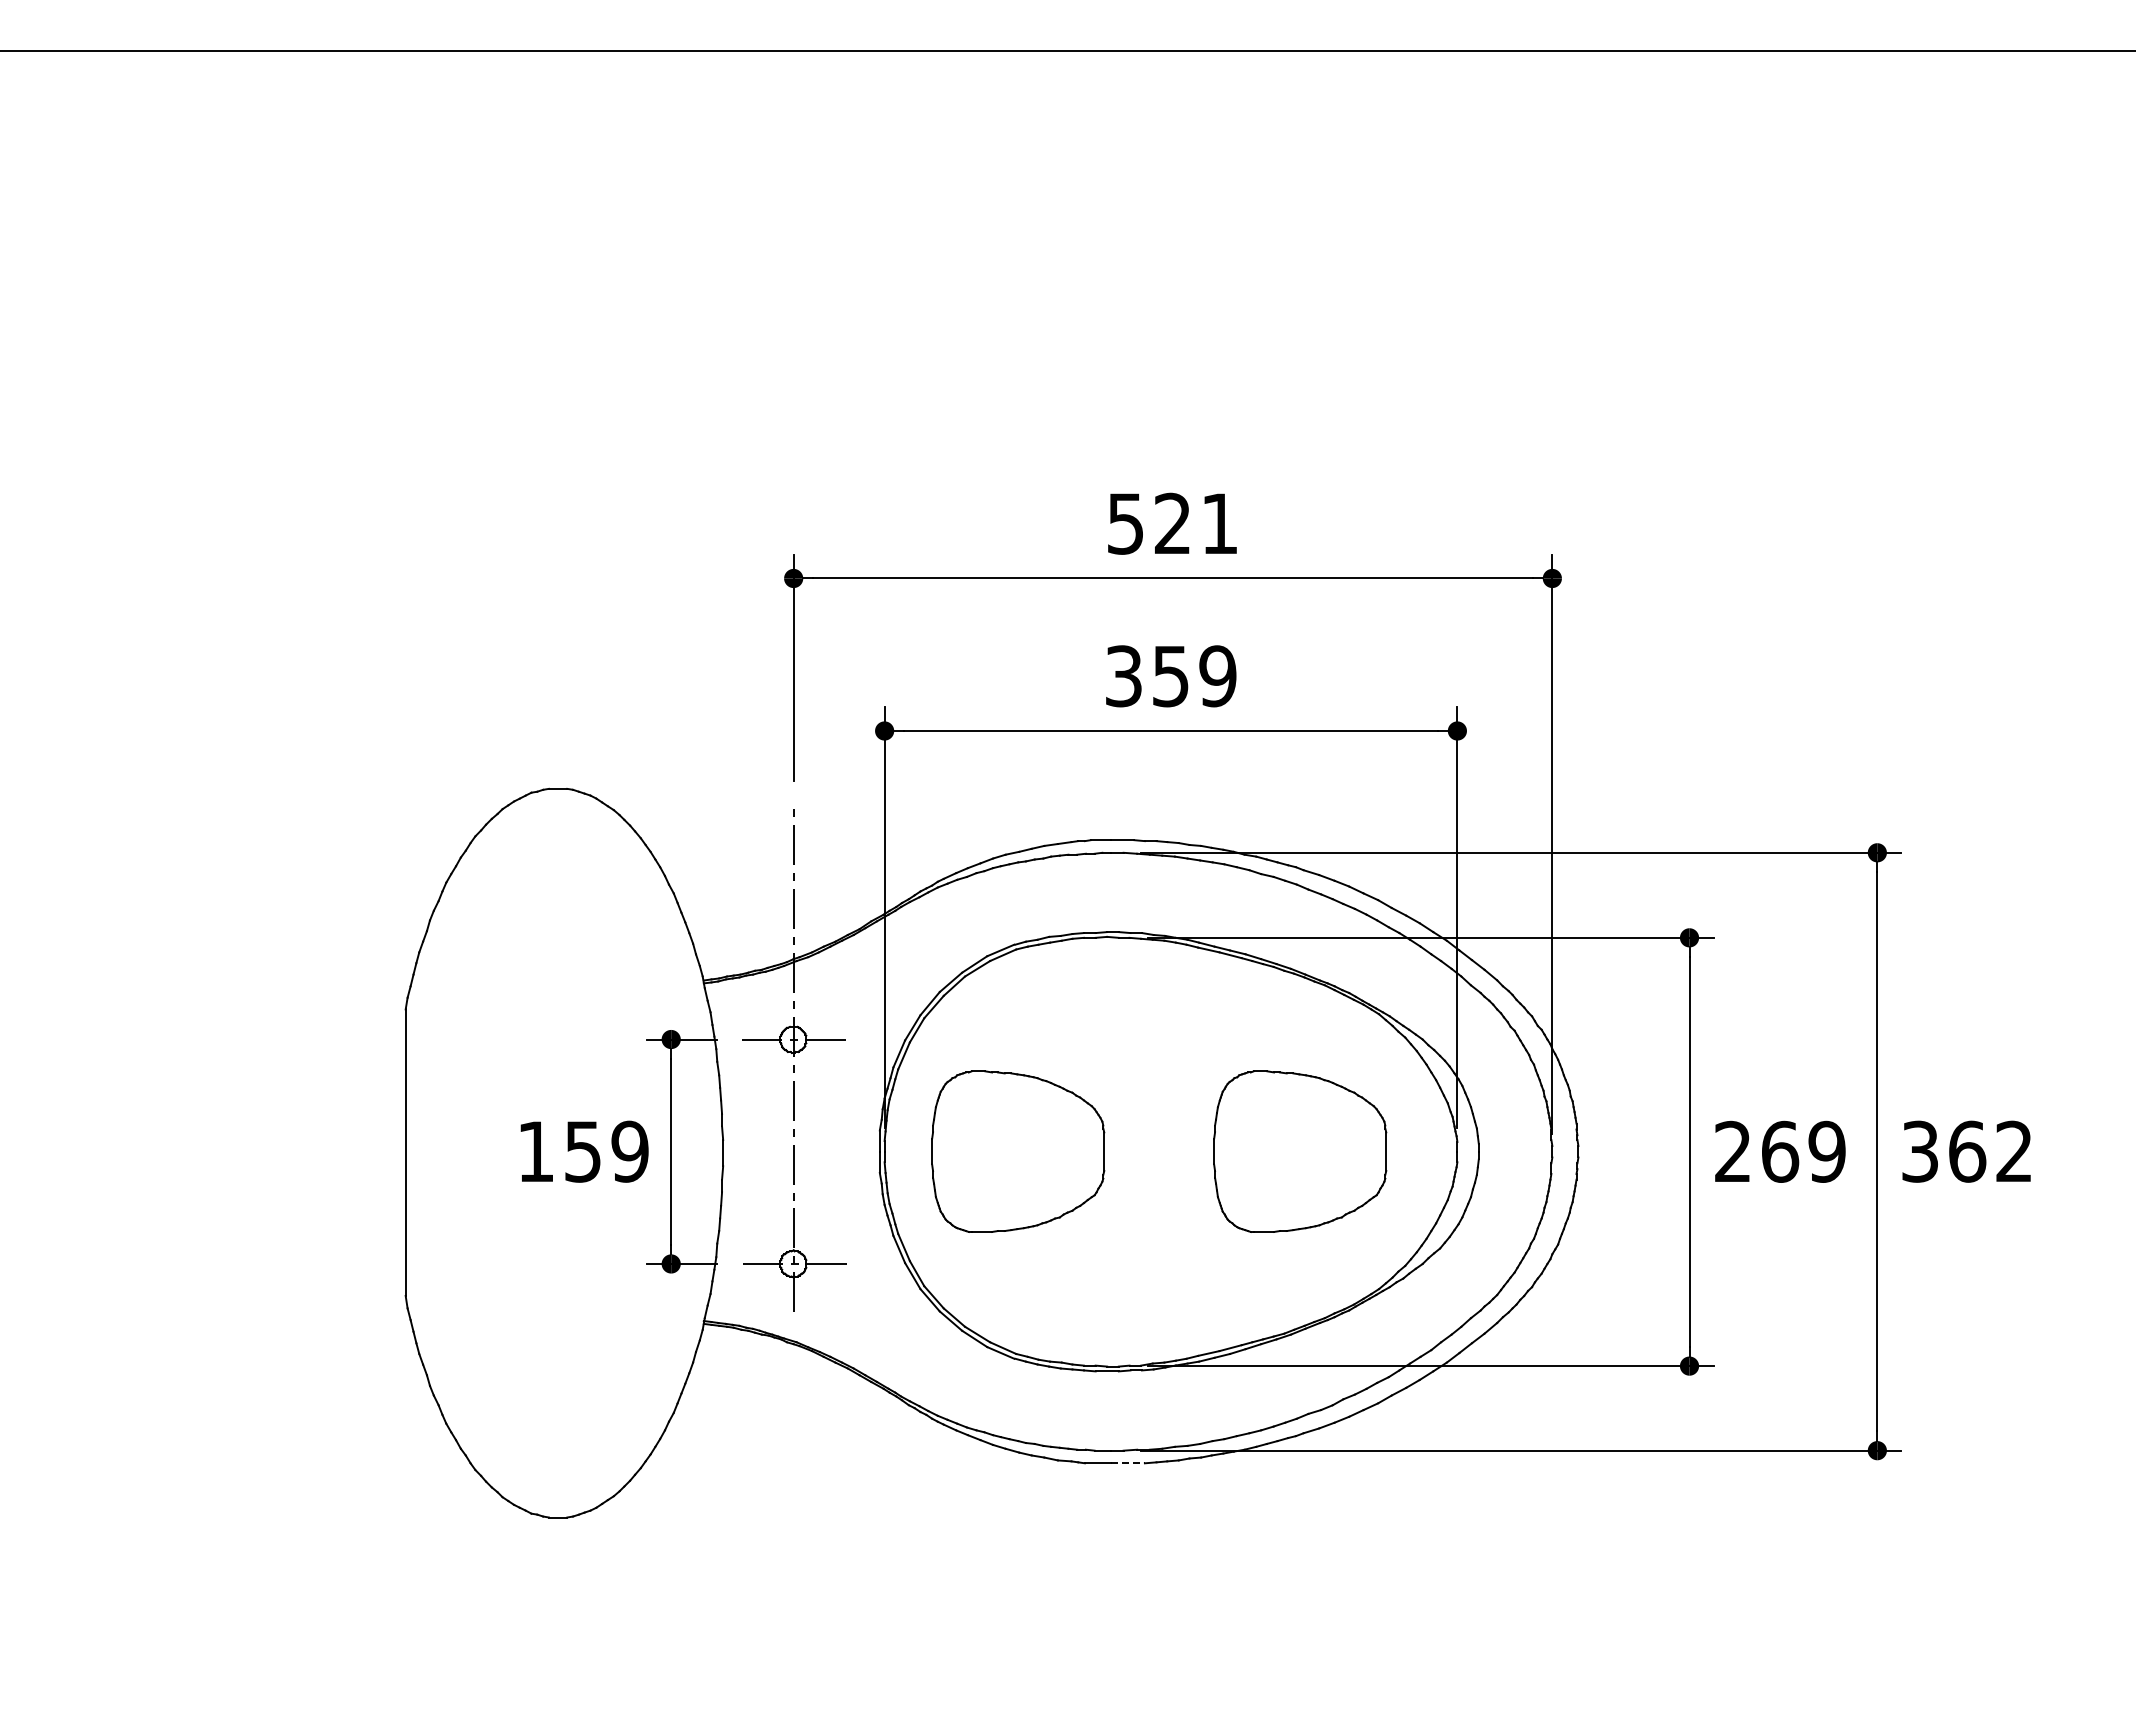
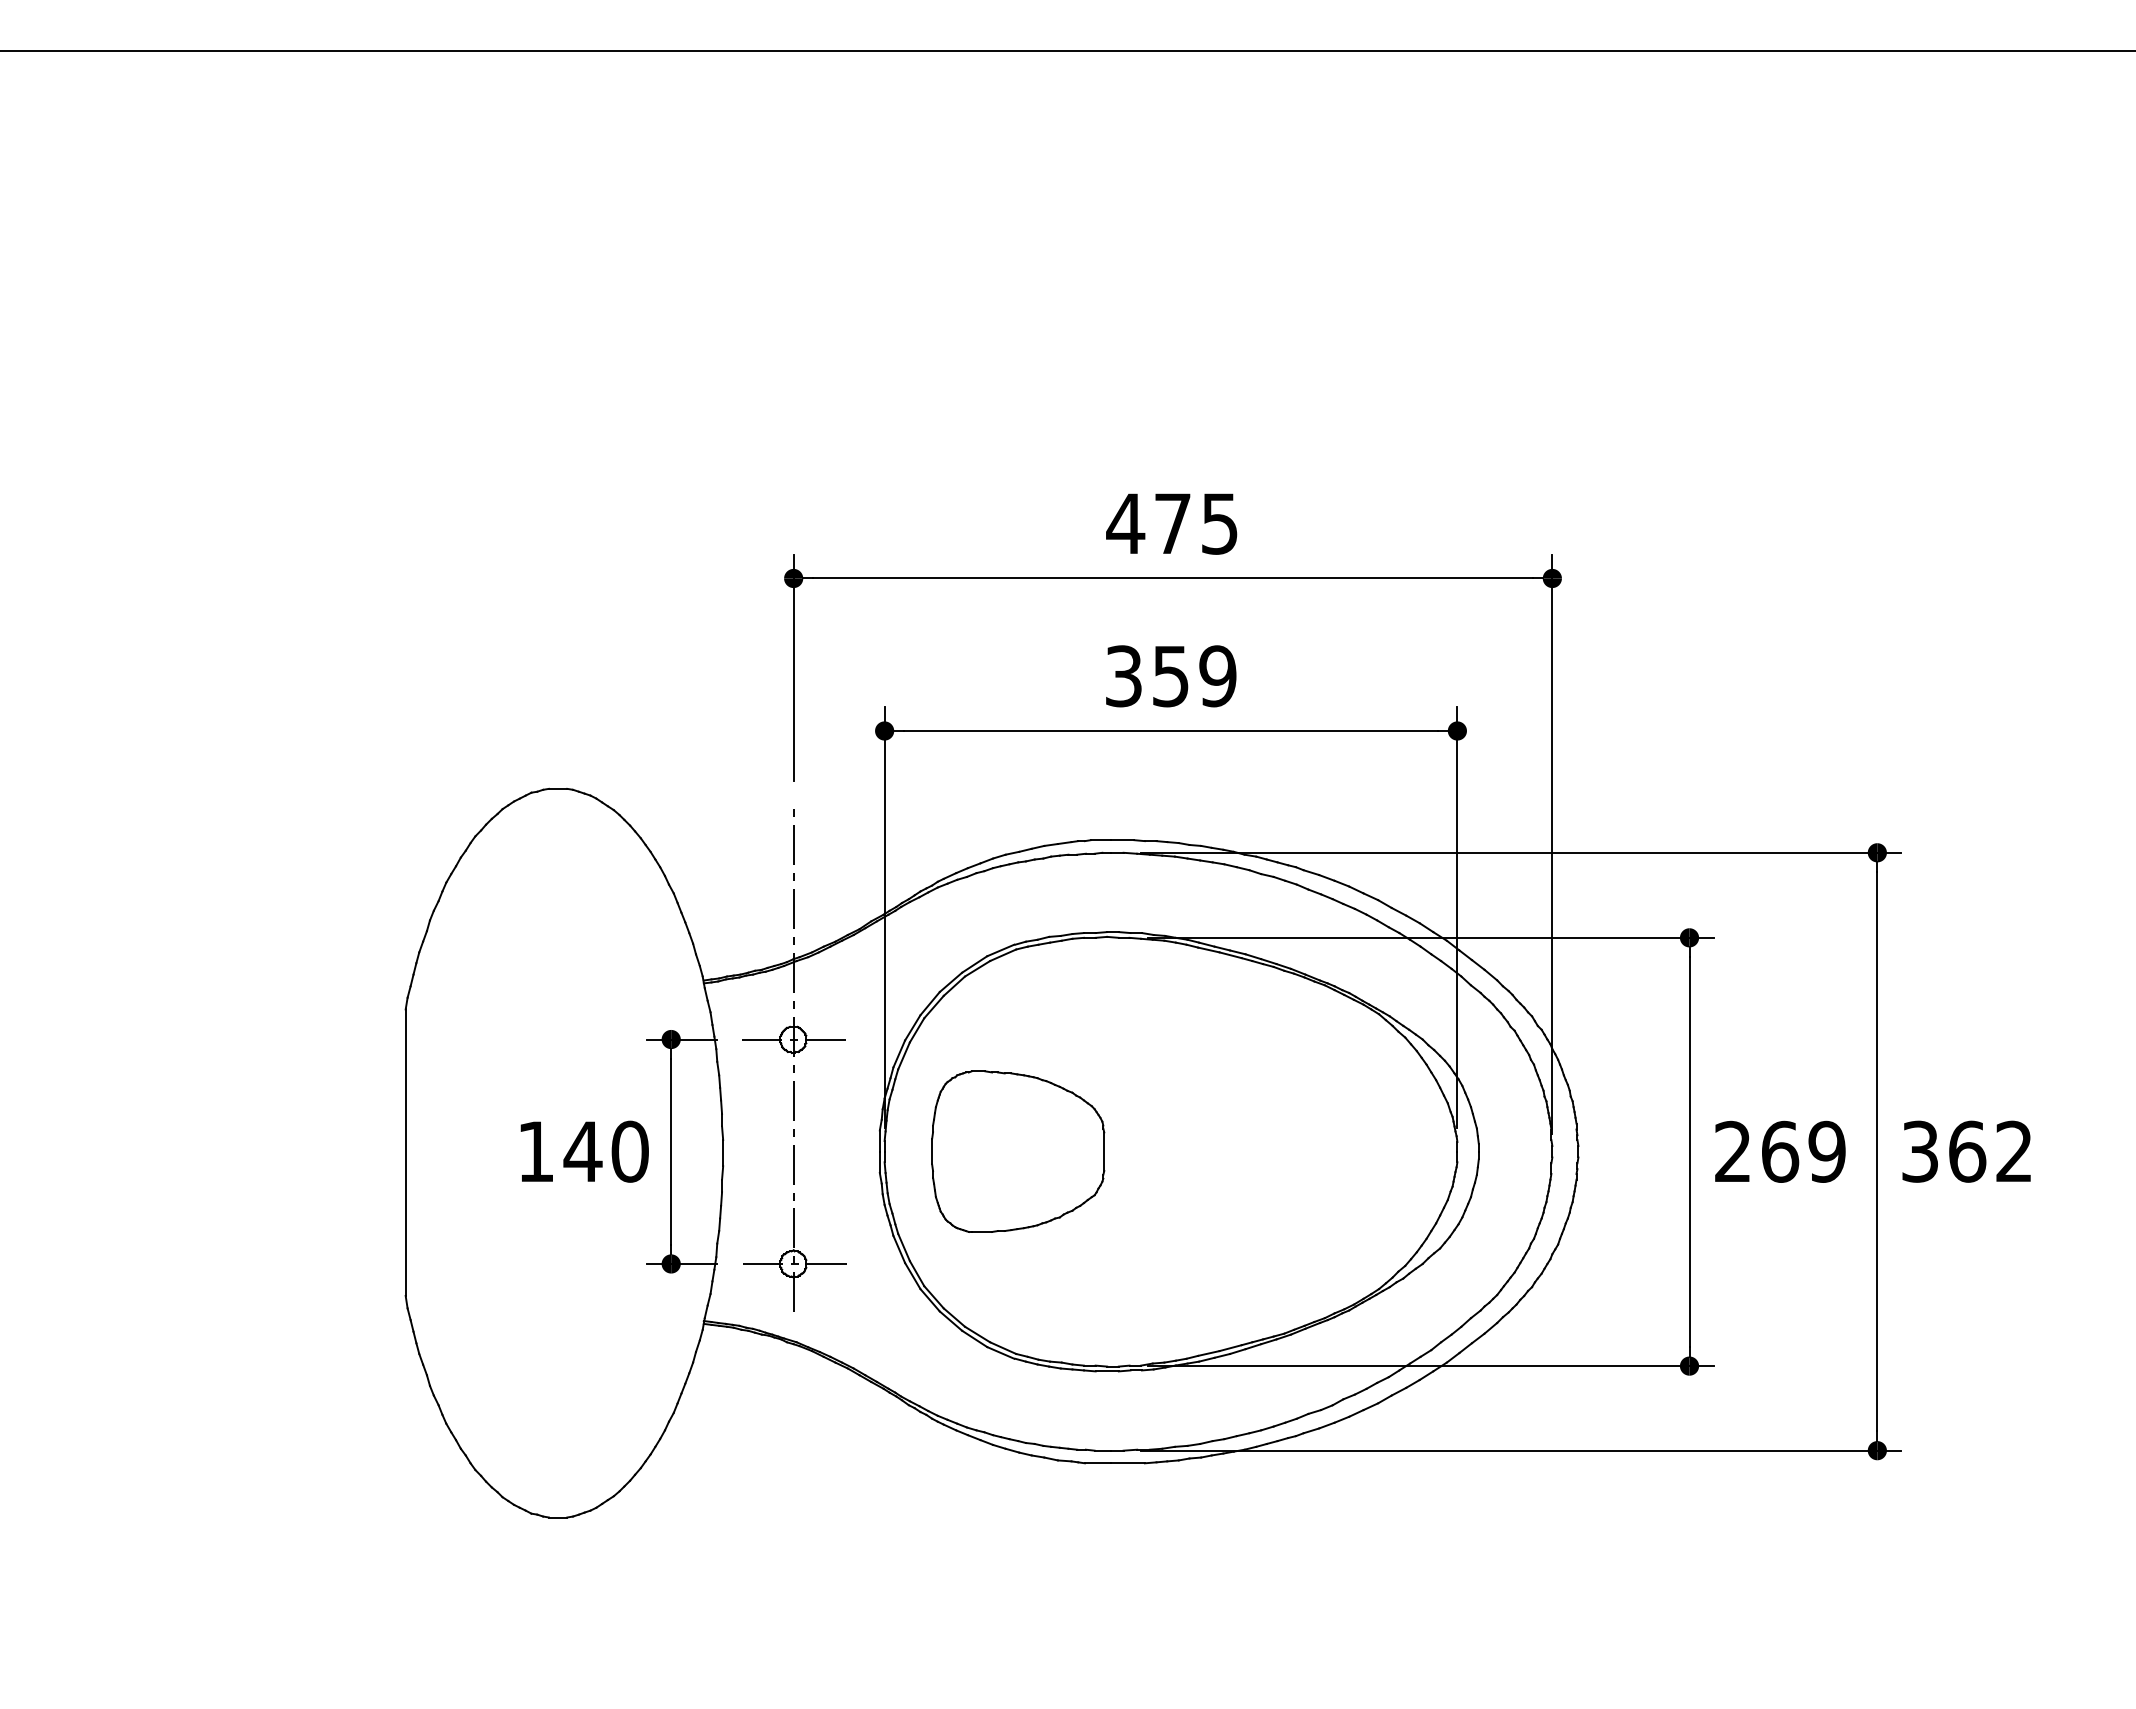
text at (1171, 523): 521 -> 475
text at (605, 1151): 159 -> 140
part at (1300, 1151): present -> none
line at (1128, 1463): dashed -> solid
